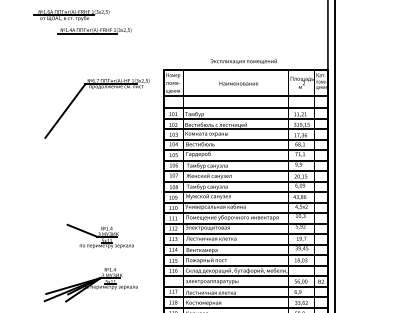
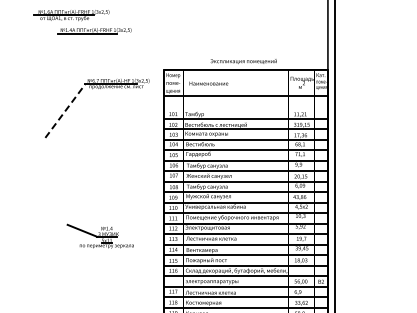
text at (238, 83) position: (238, 83) -> (208, 83)
line at (245, 108): present -> none
line at (65, 110): solid -> dashed
part at (90, 285): present -> none
